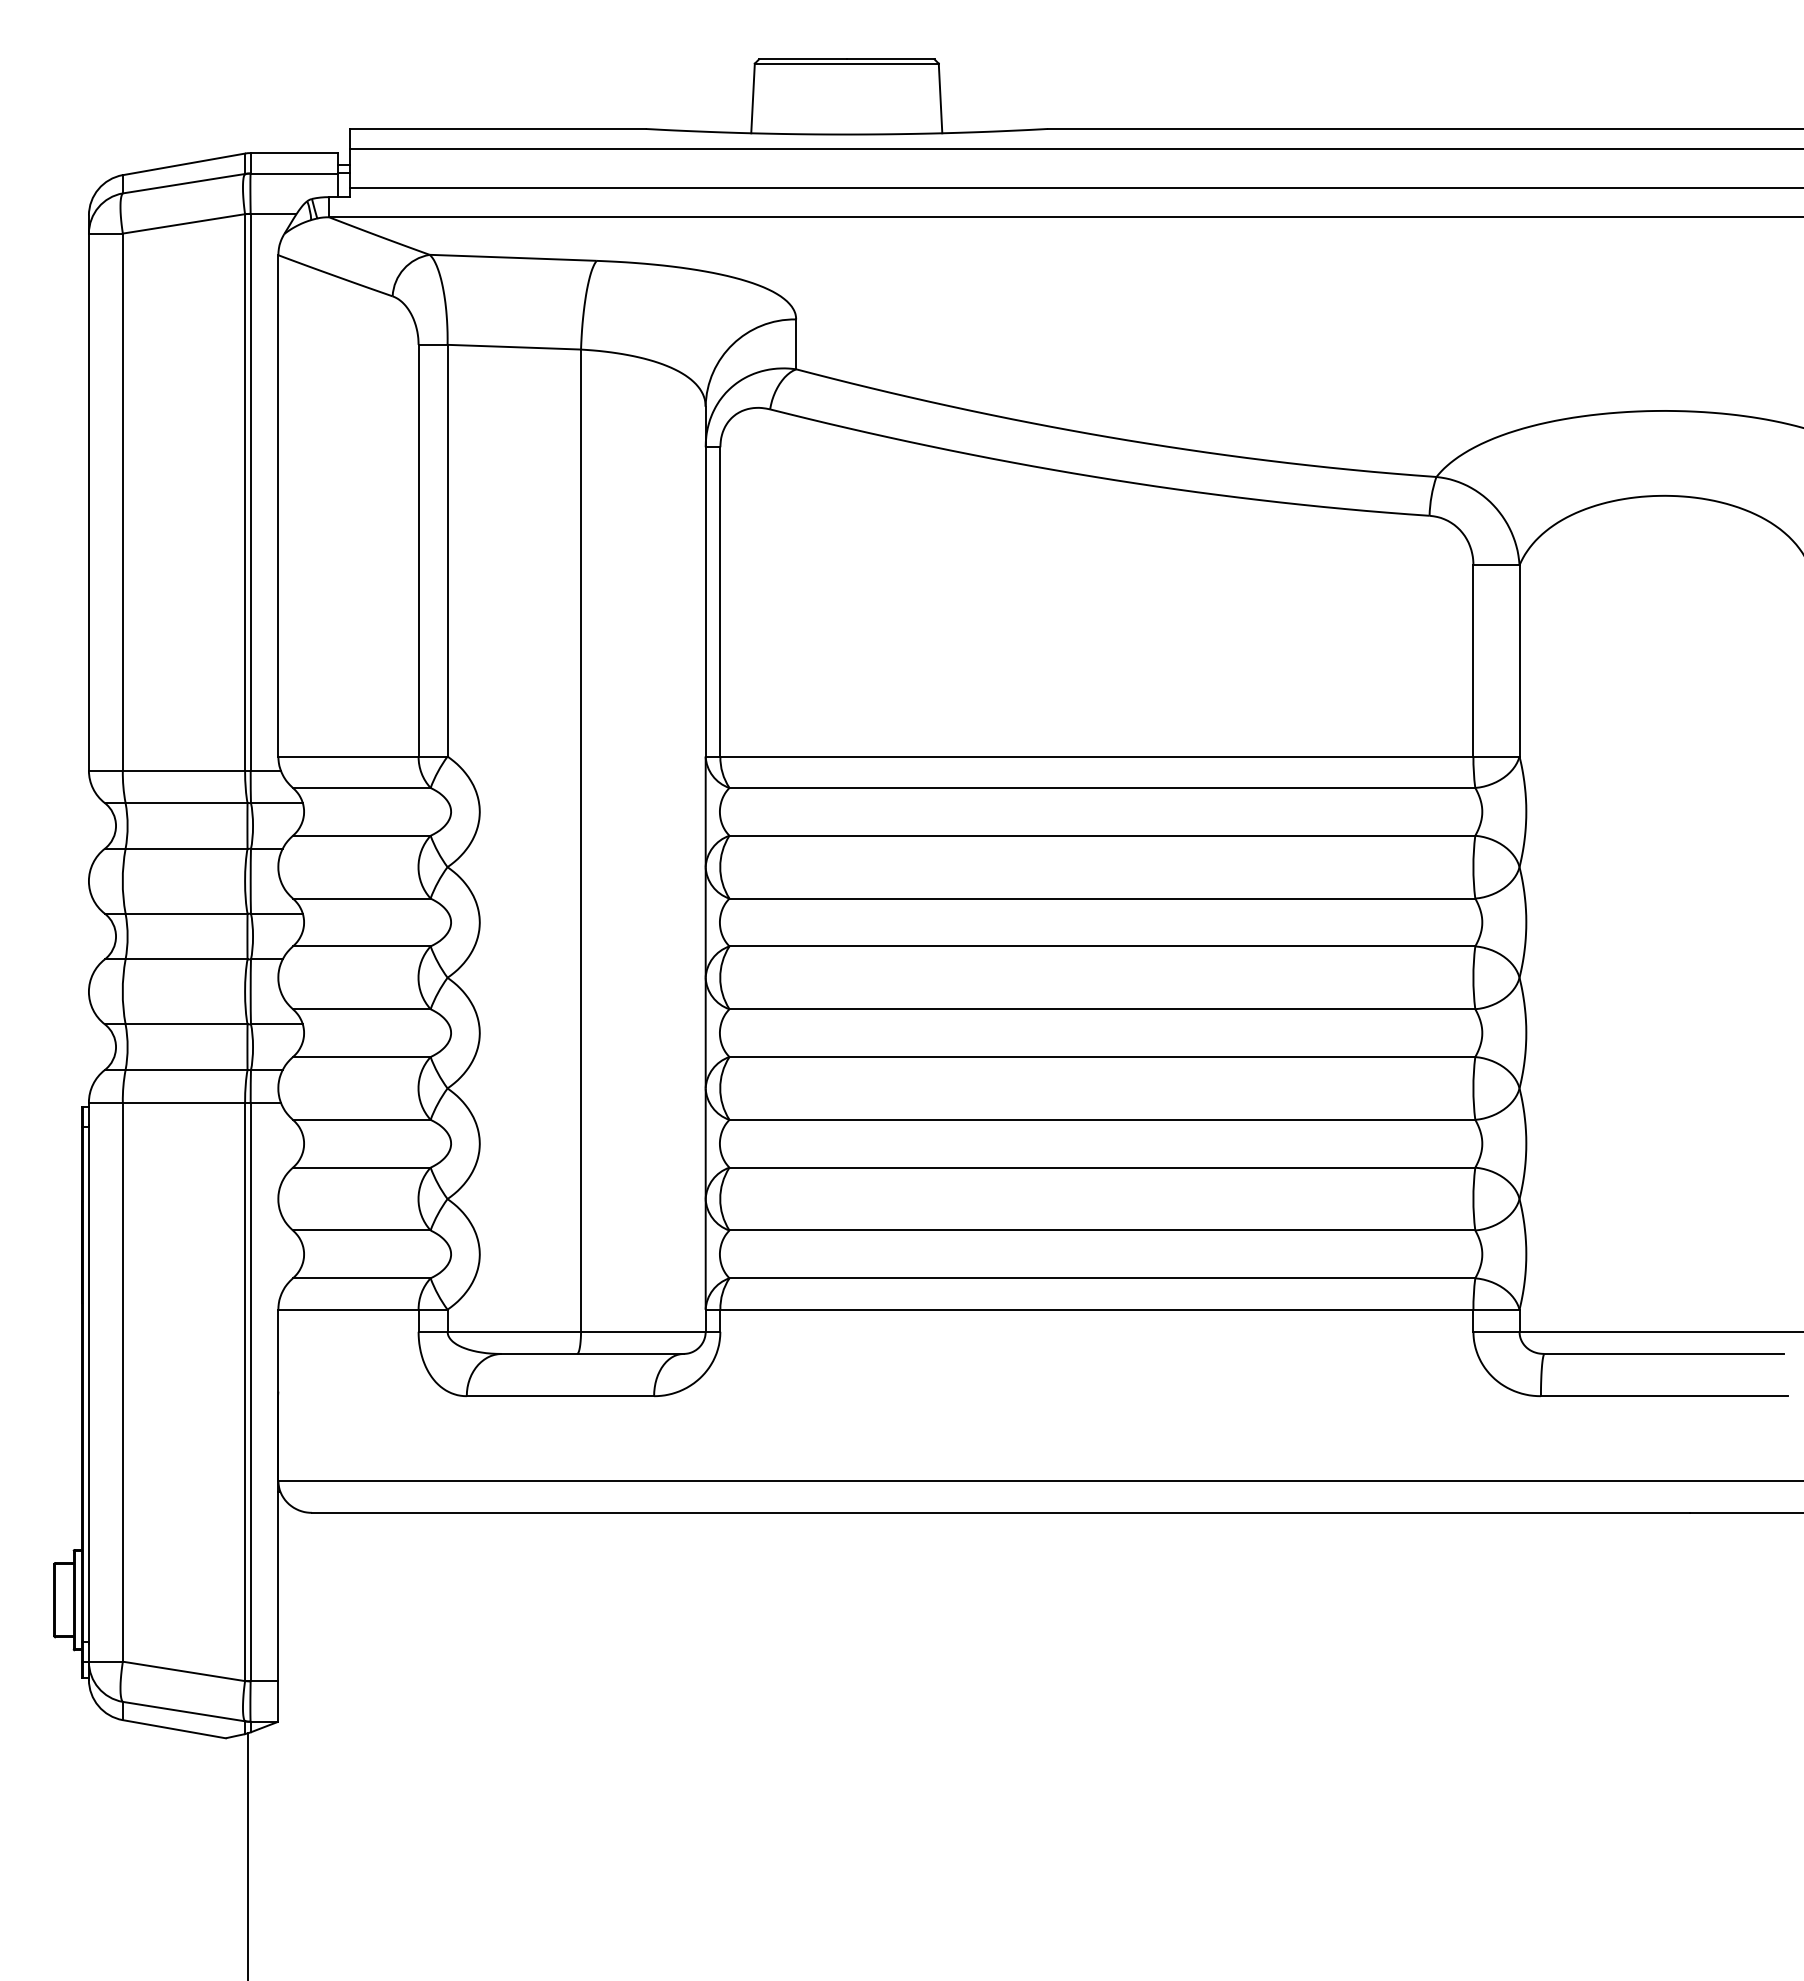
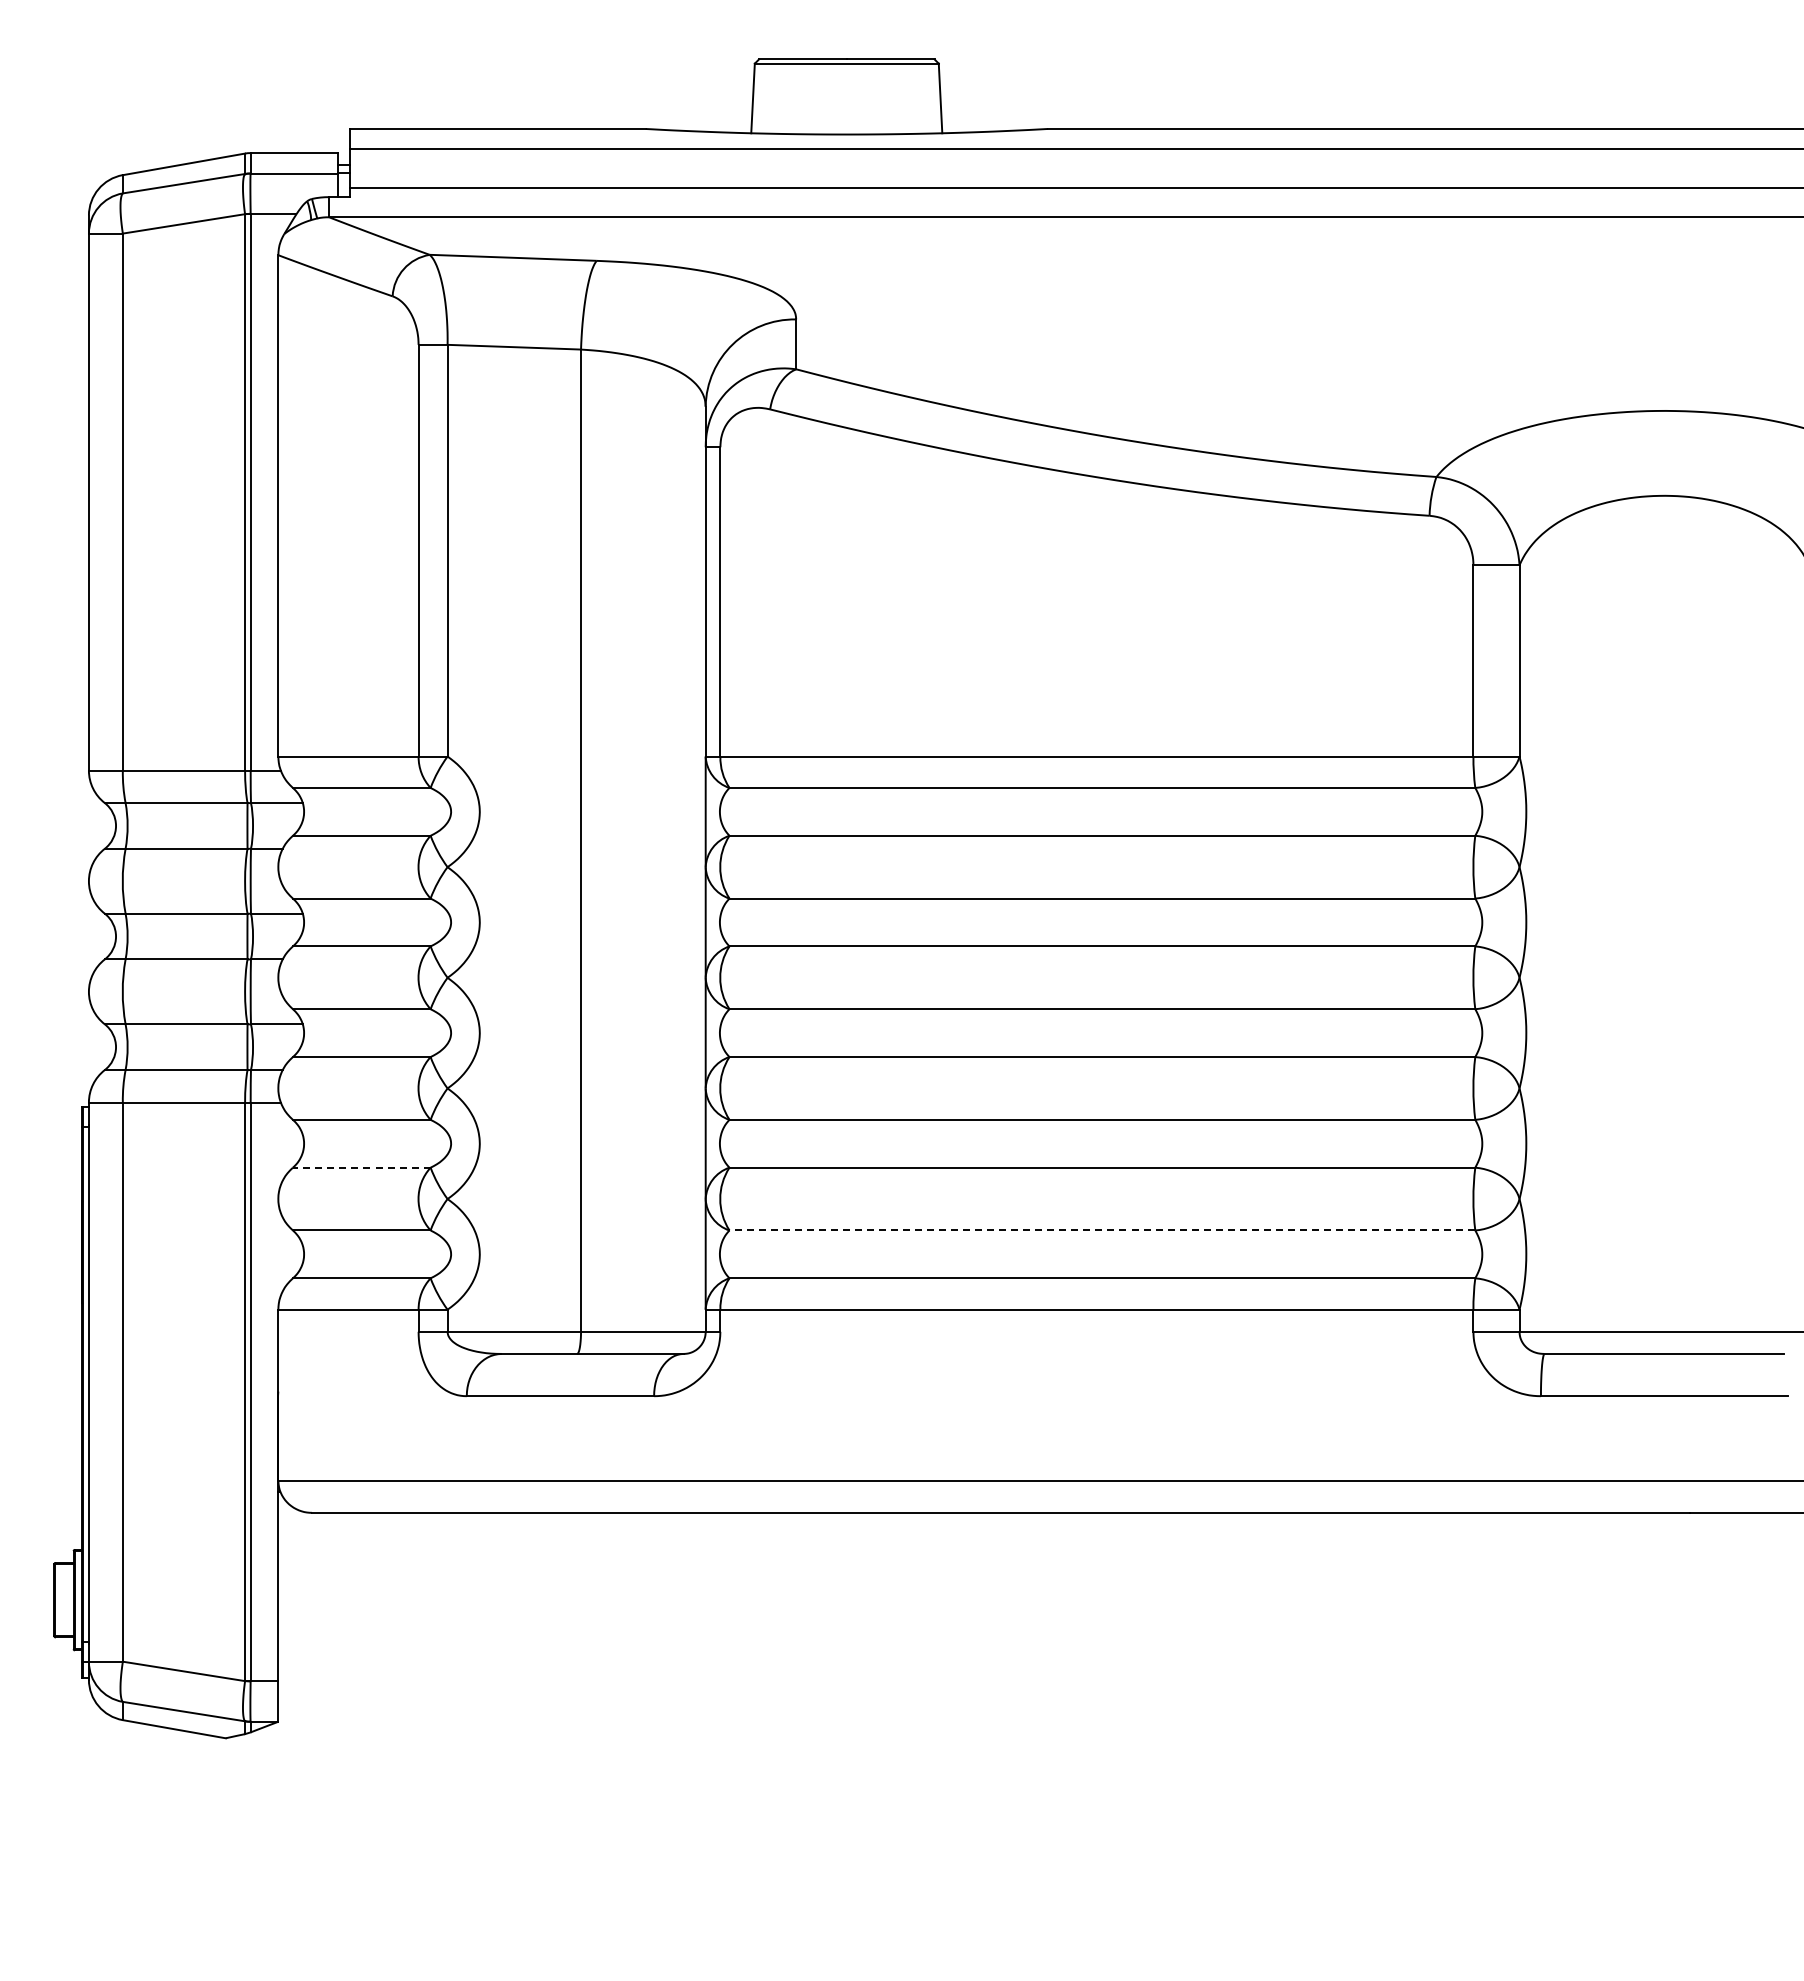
line at (361, 1167): solid -> dashed
line at (1102, 1230): solid -> dashed
line at (248, 1855): present -> none
